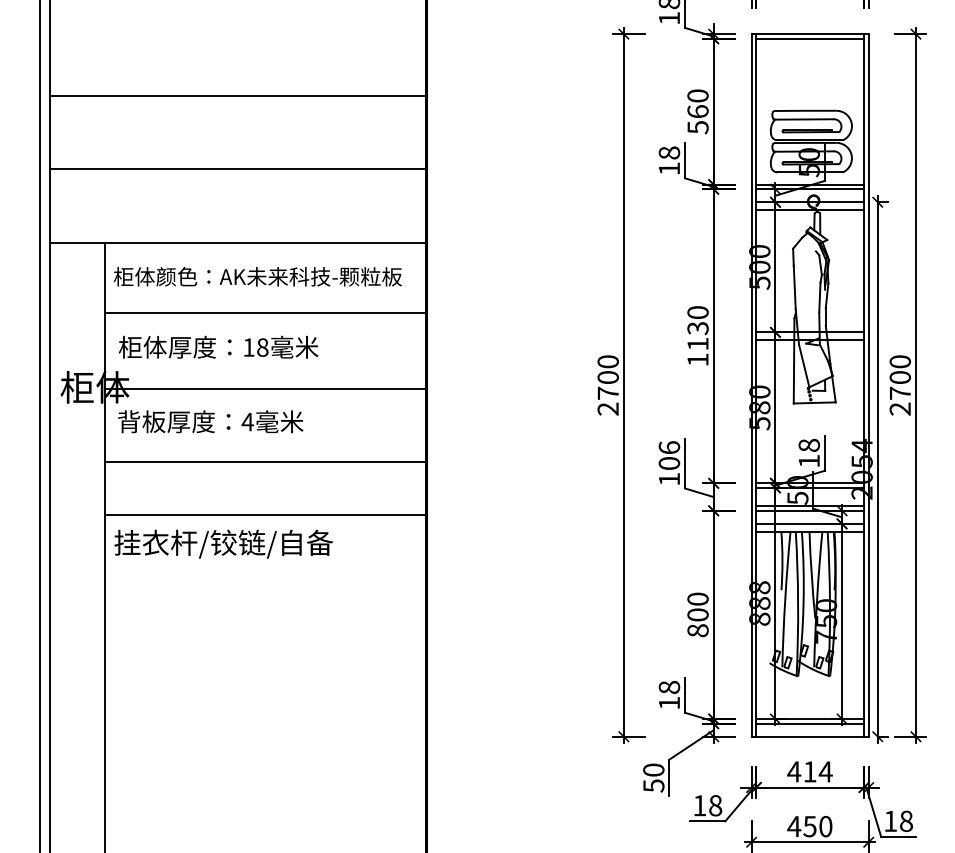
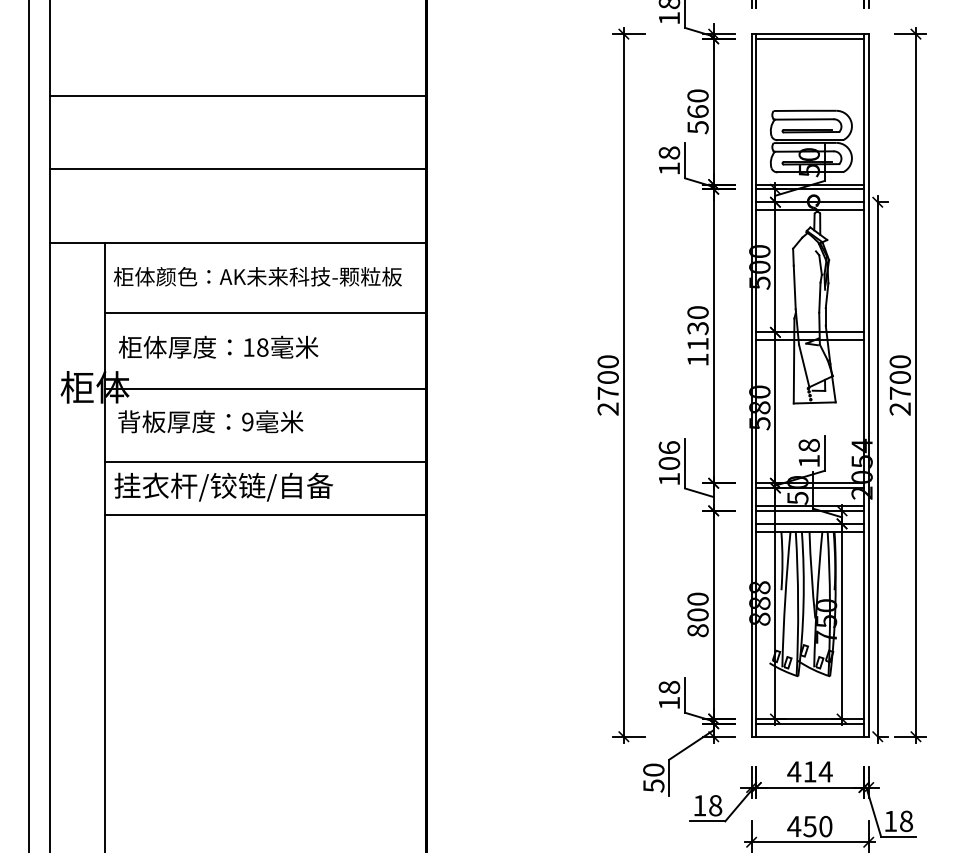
text at (247, 421): 4 -> 9
line at (39, 425) position: (39, 425) -> (28, 425)
text at (223, 543) position: (223, 543) -> (223, 486)
